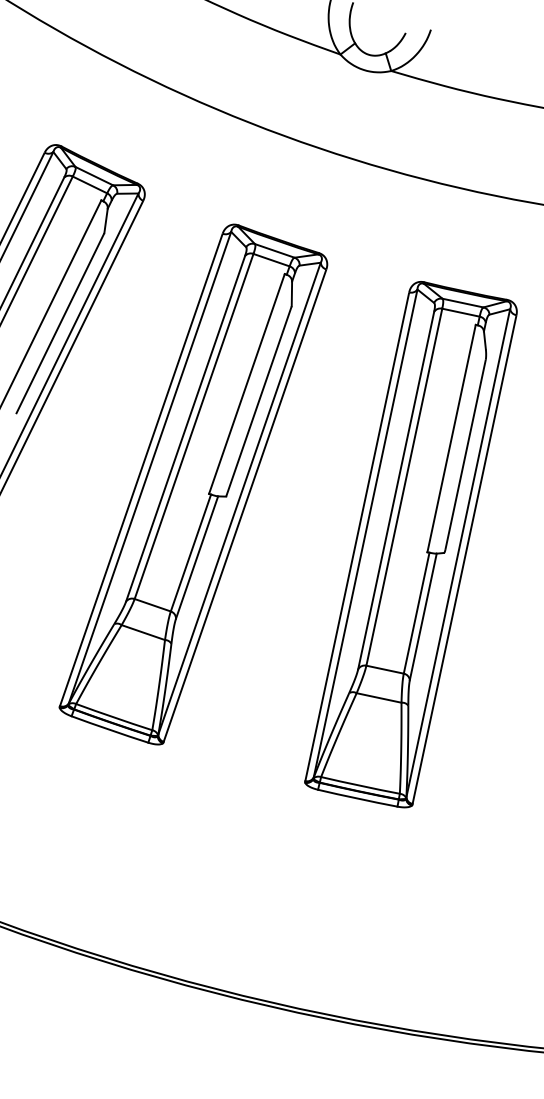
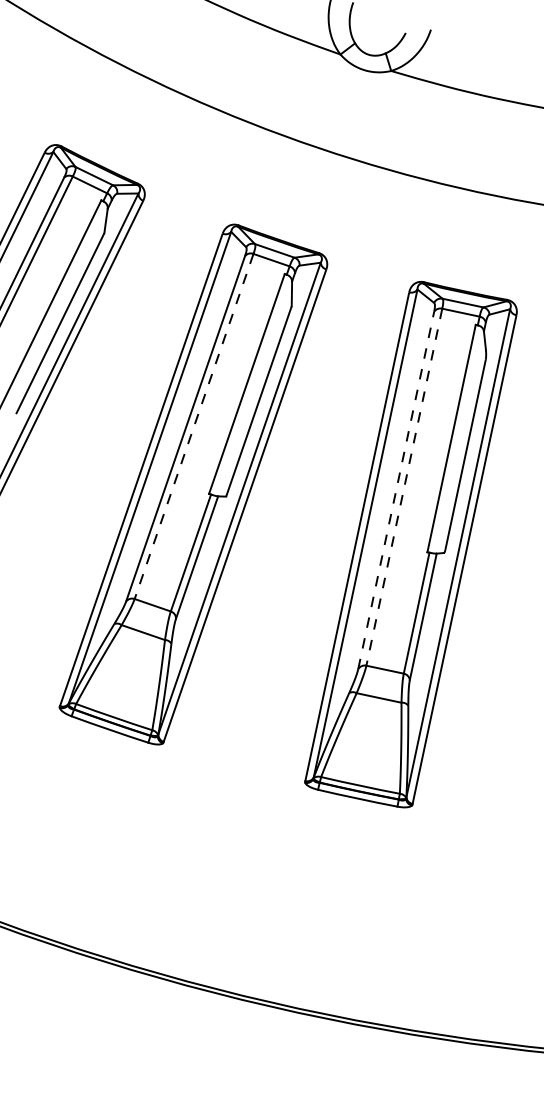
line at (193, 426): solid -> dashed
line at (404, 487): solid -> dashed
line at (396, 490): solid -> dashed
